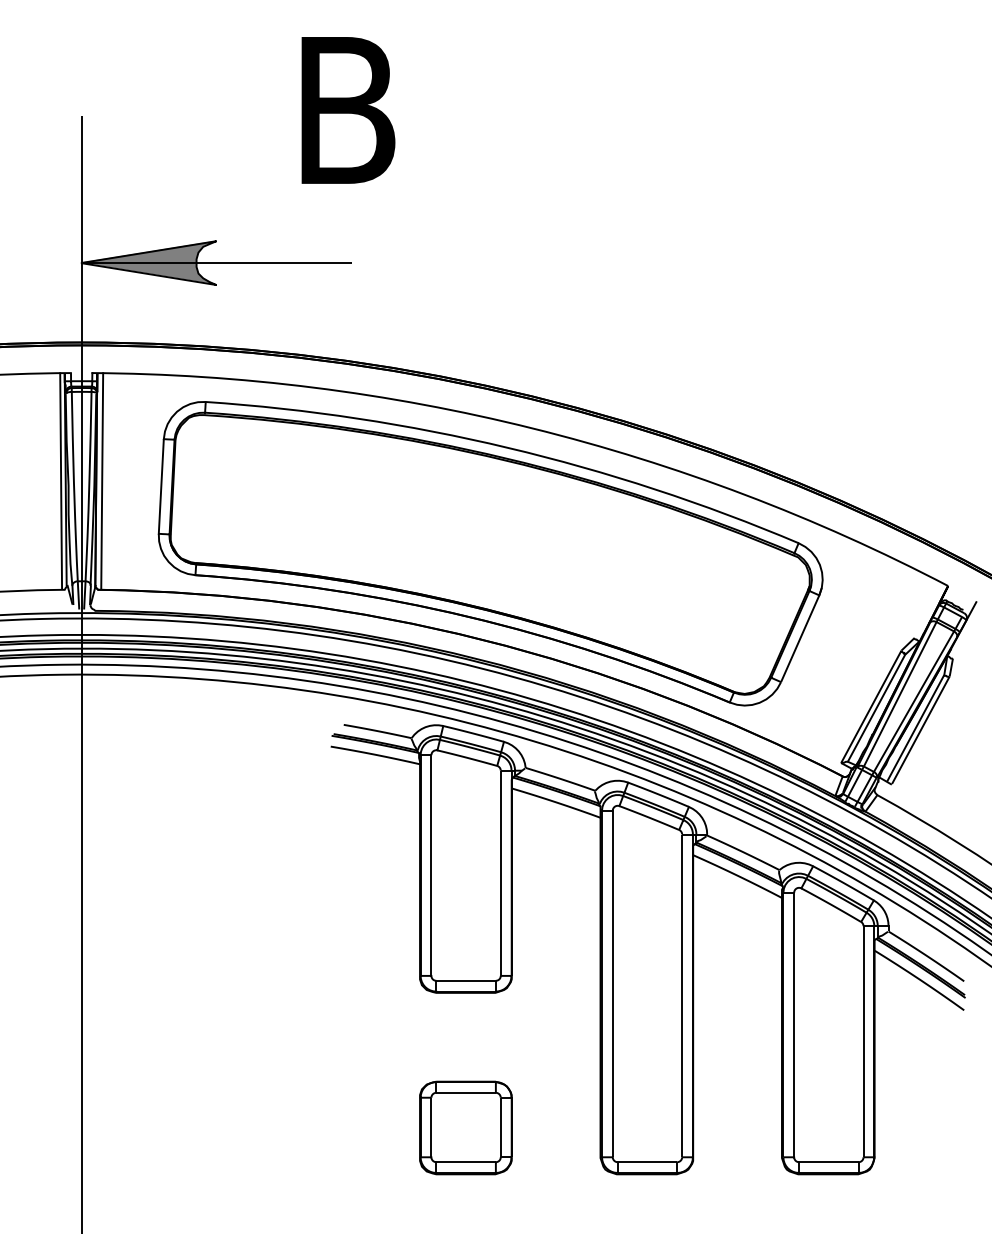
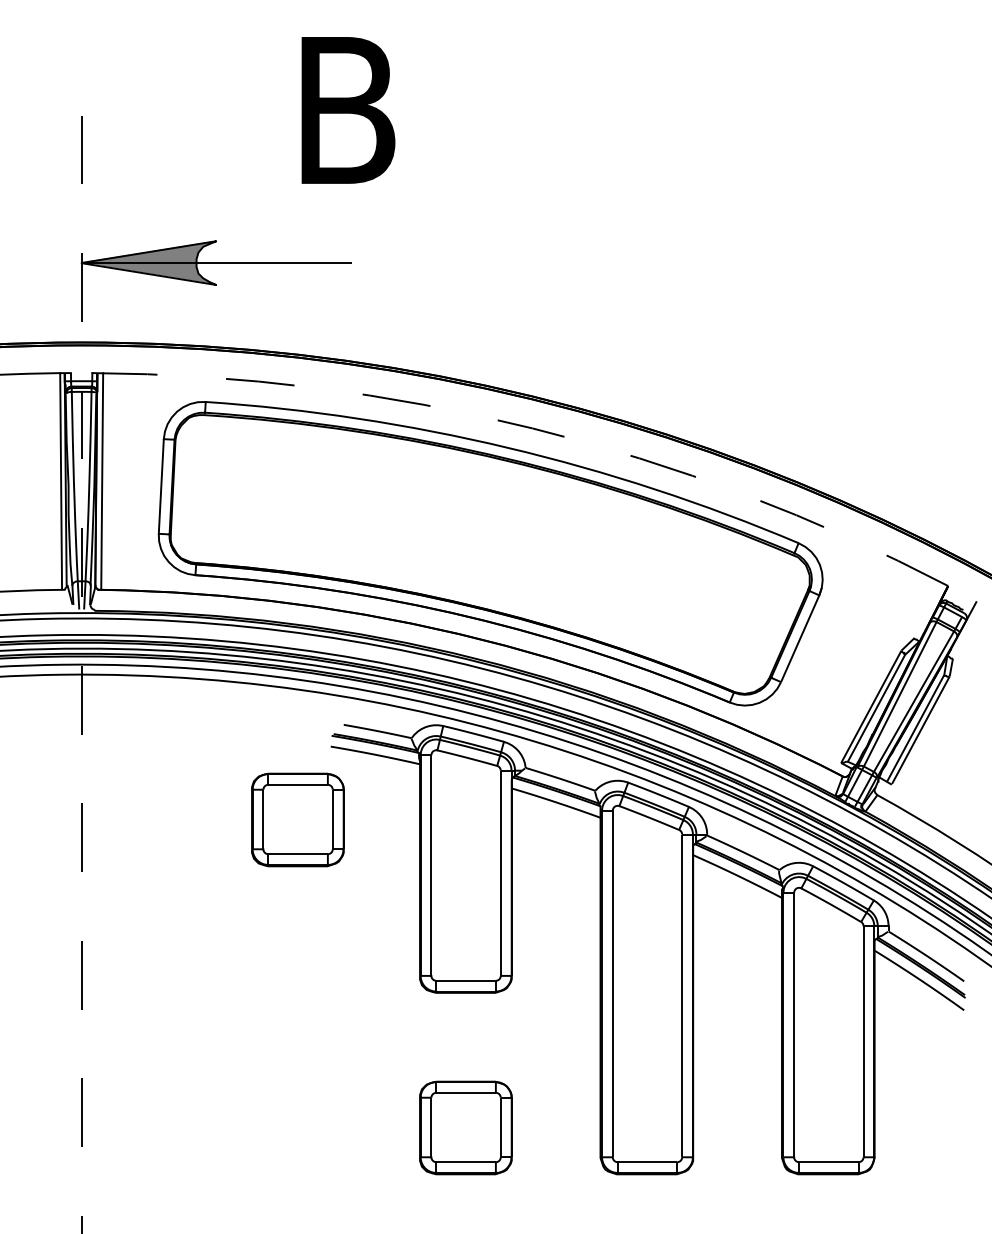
arc at (532, 428): solid -> dashed
line at (81, 674): solid -> dashed
part at (297, 819): none -> present
